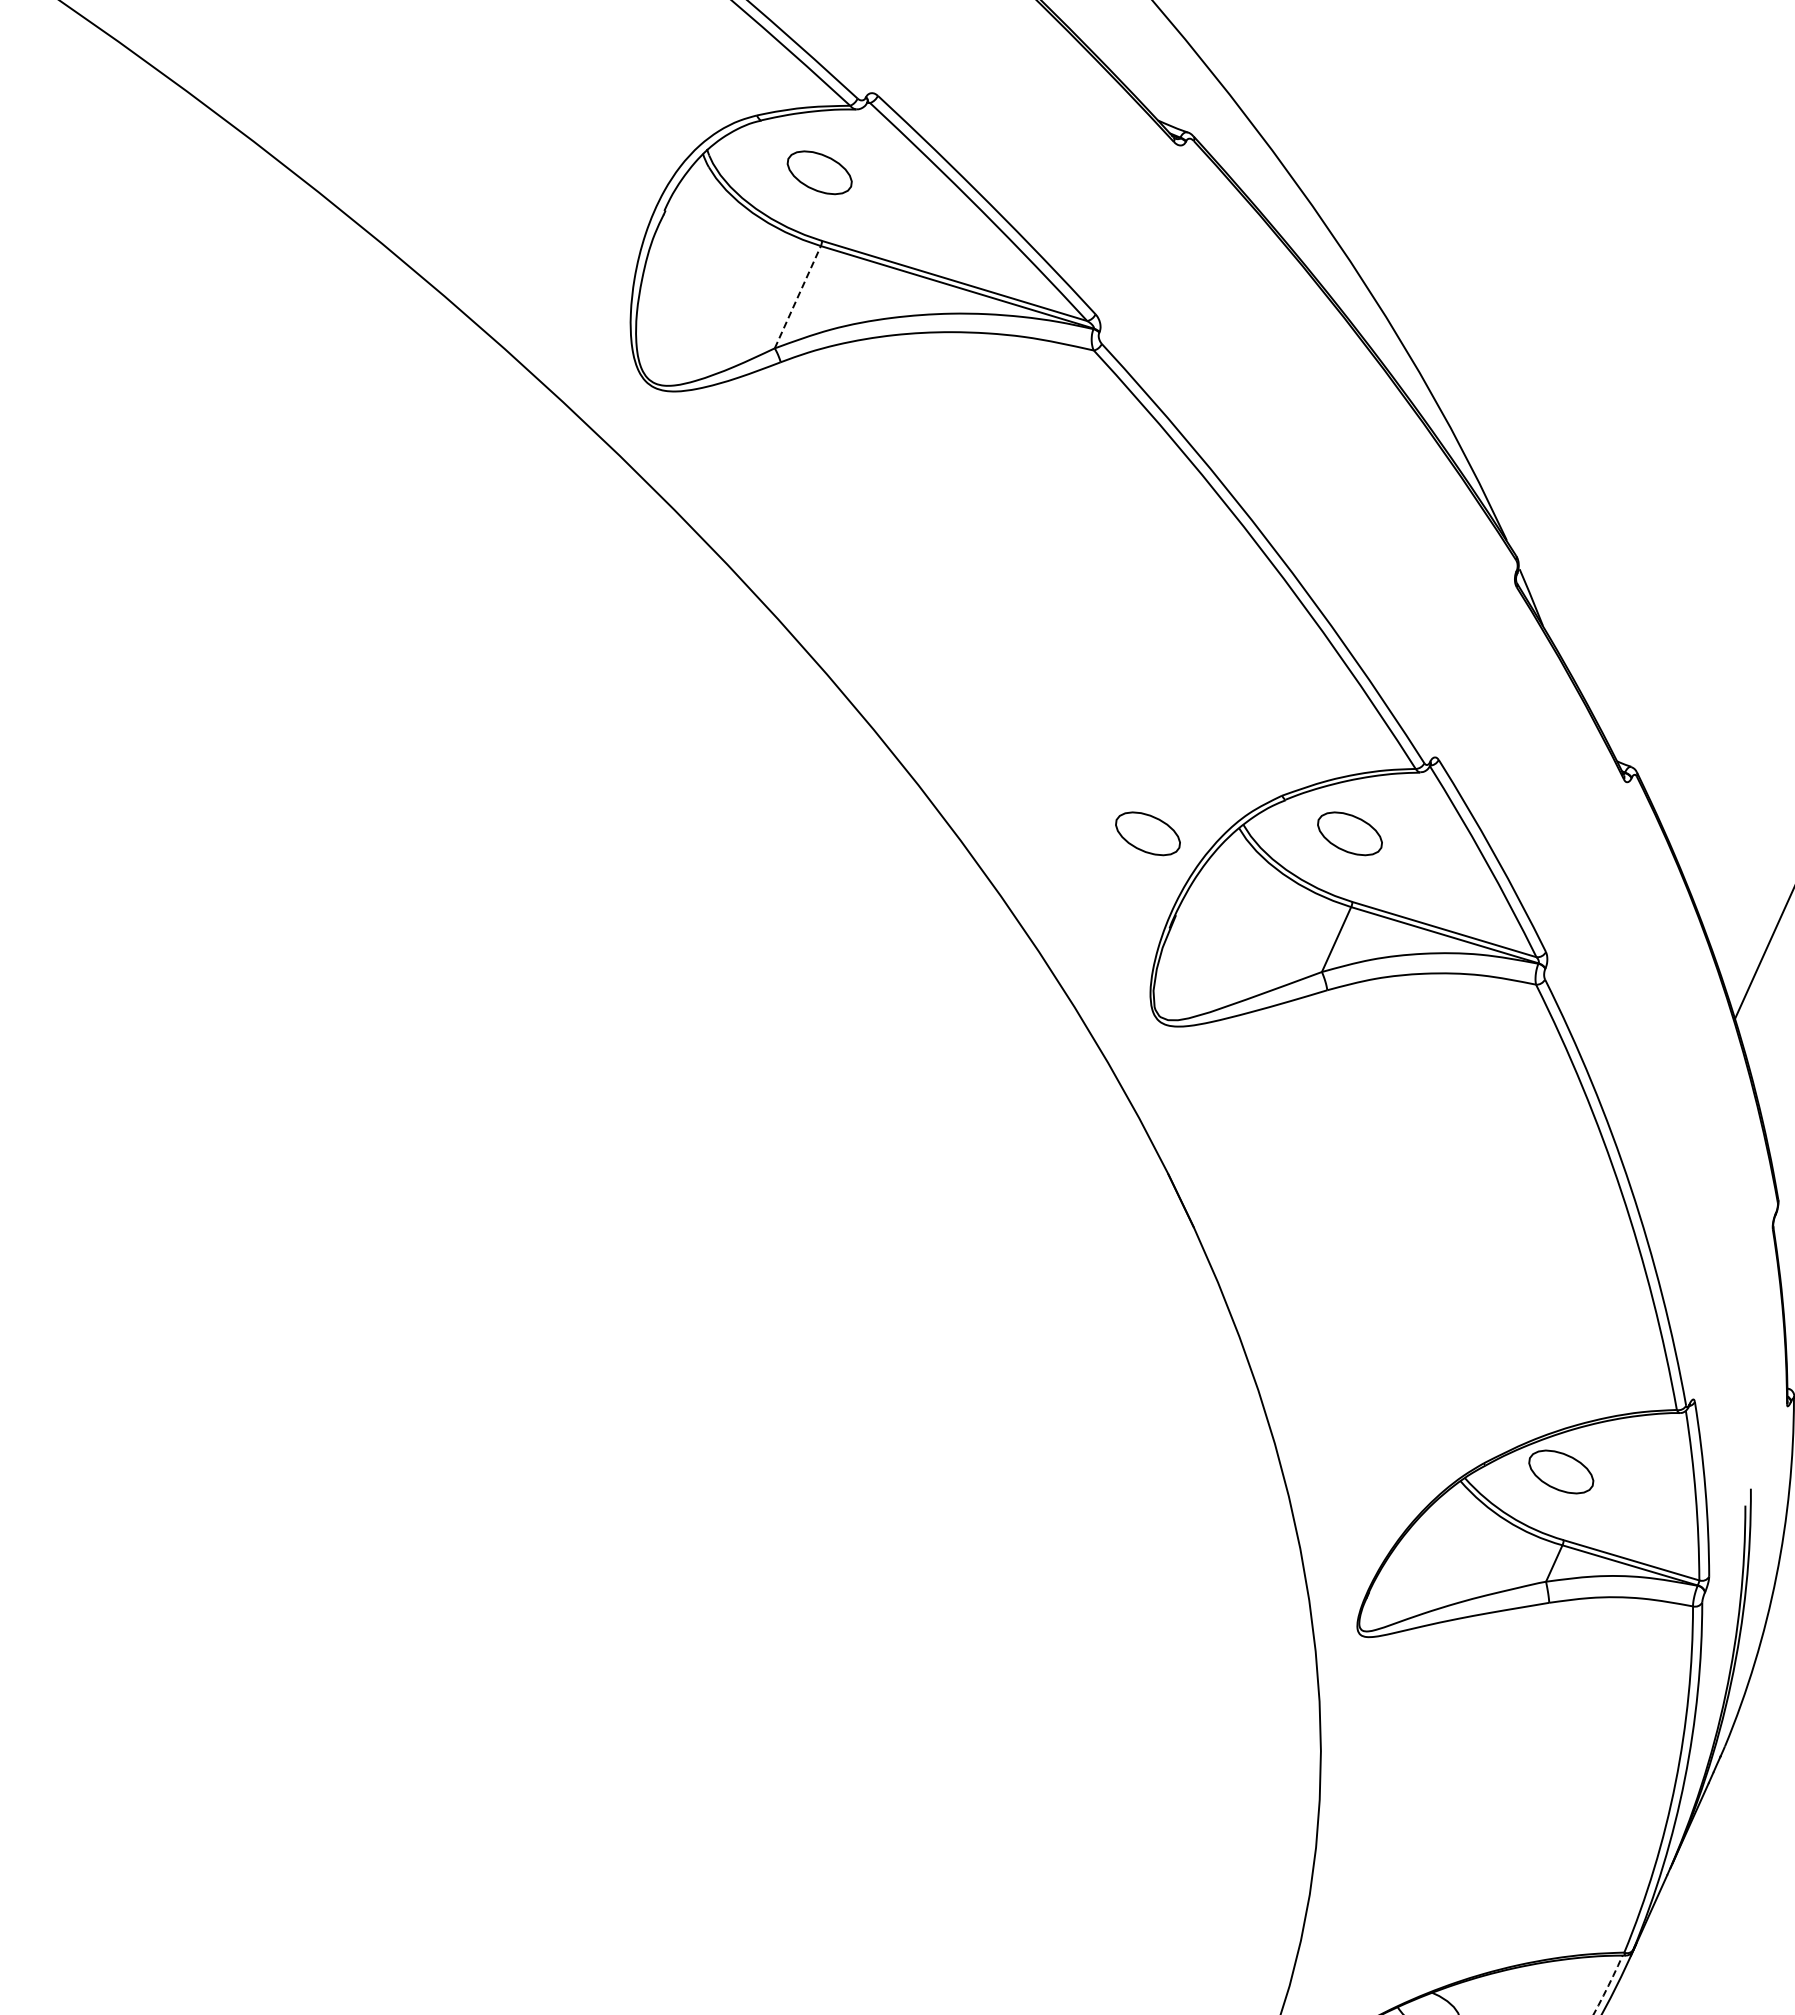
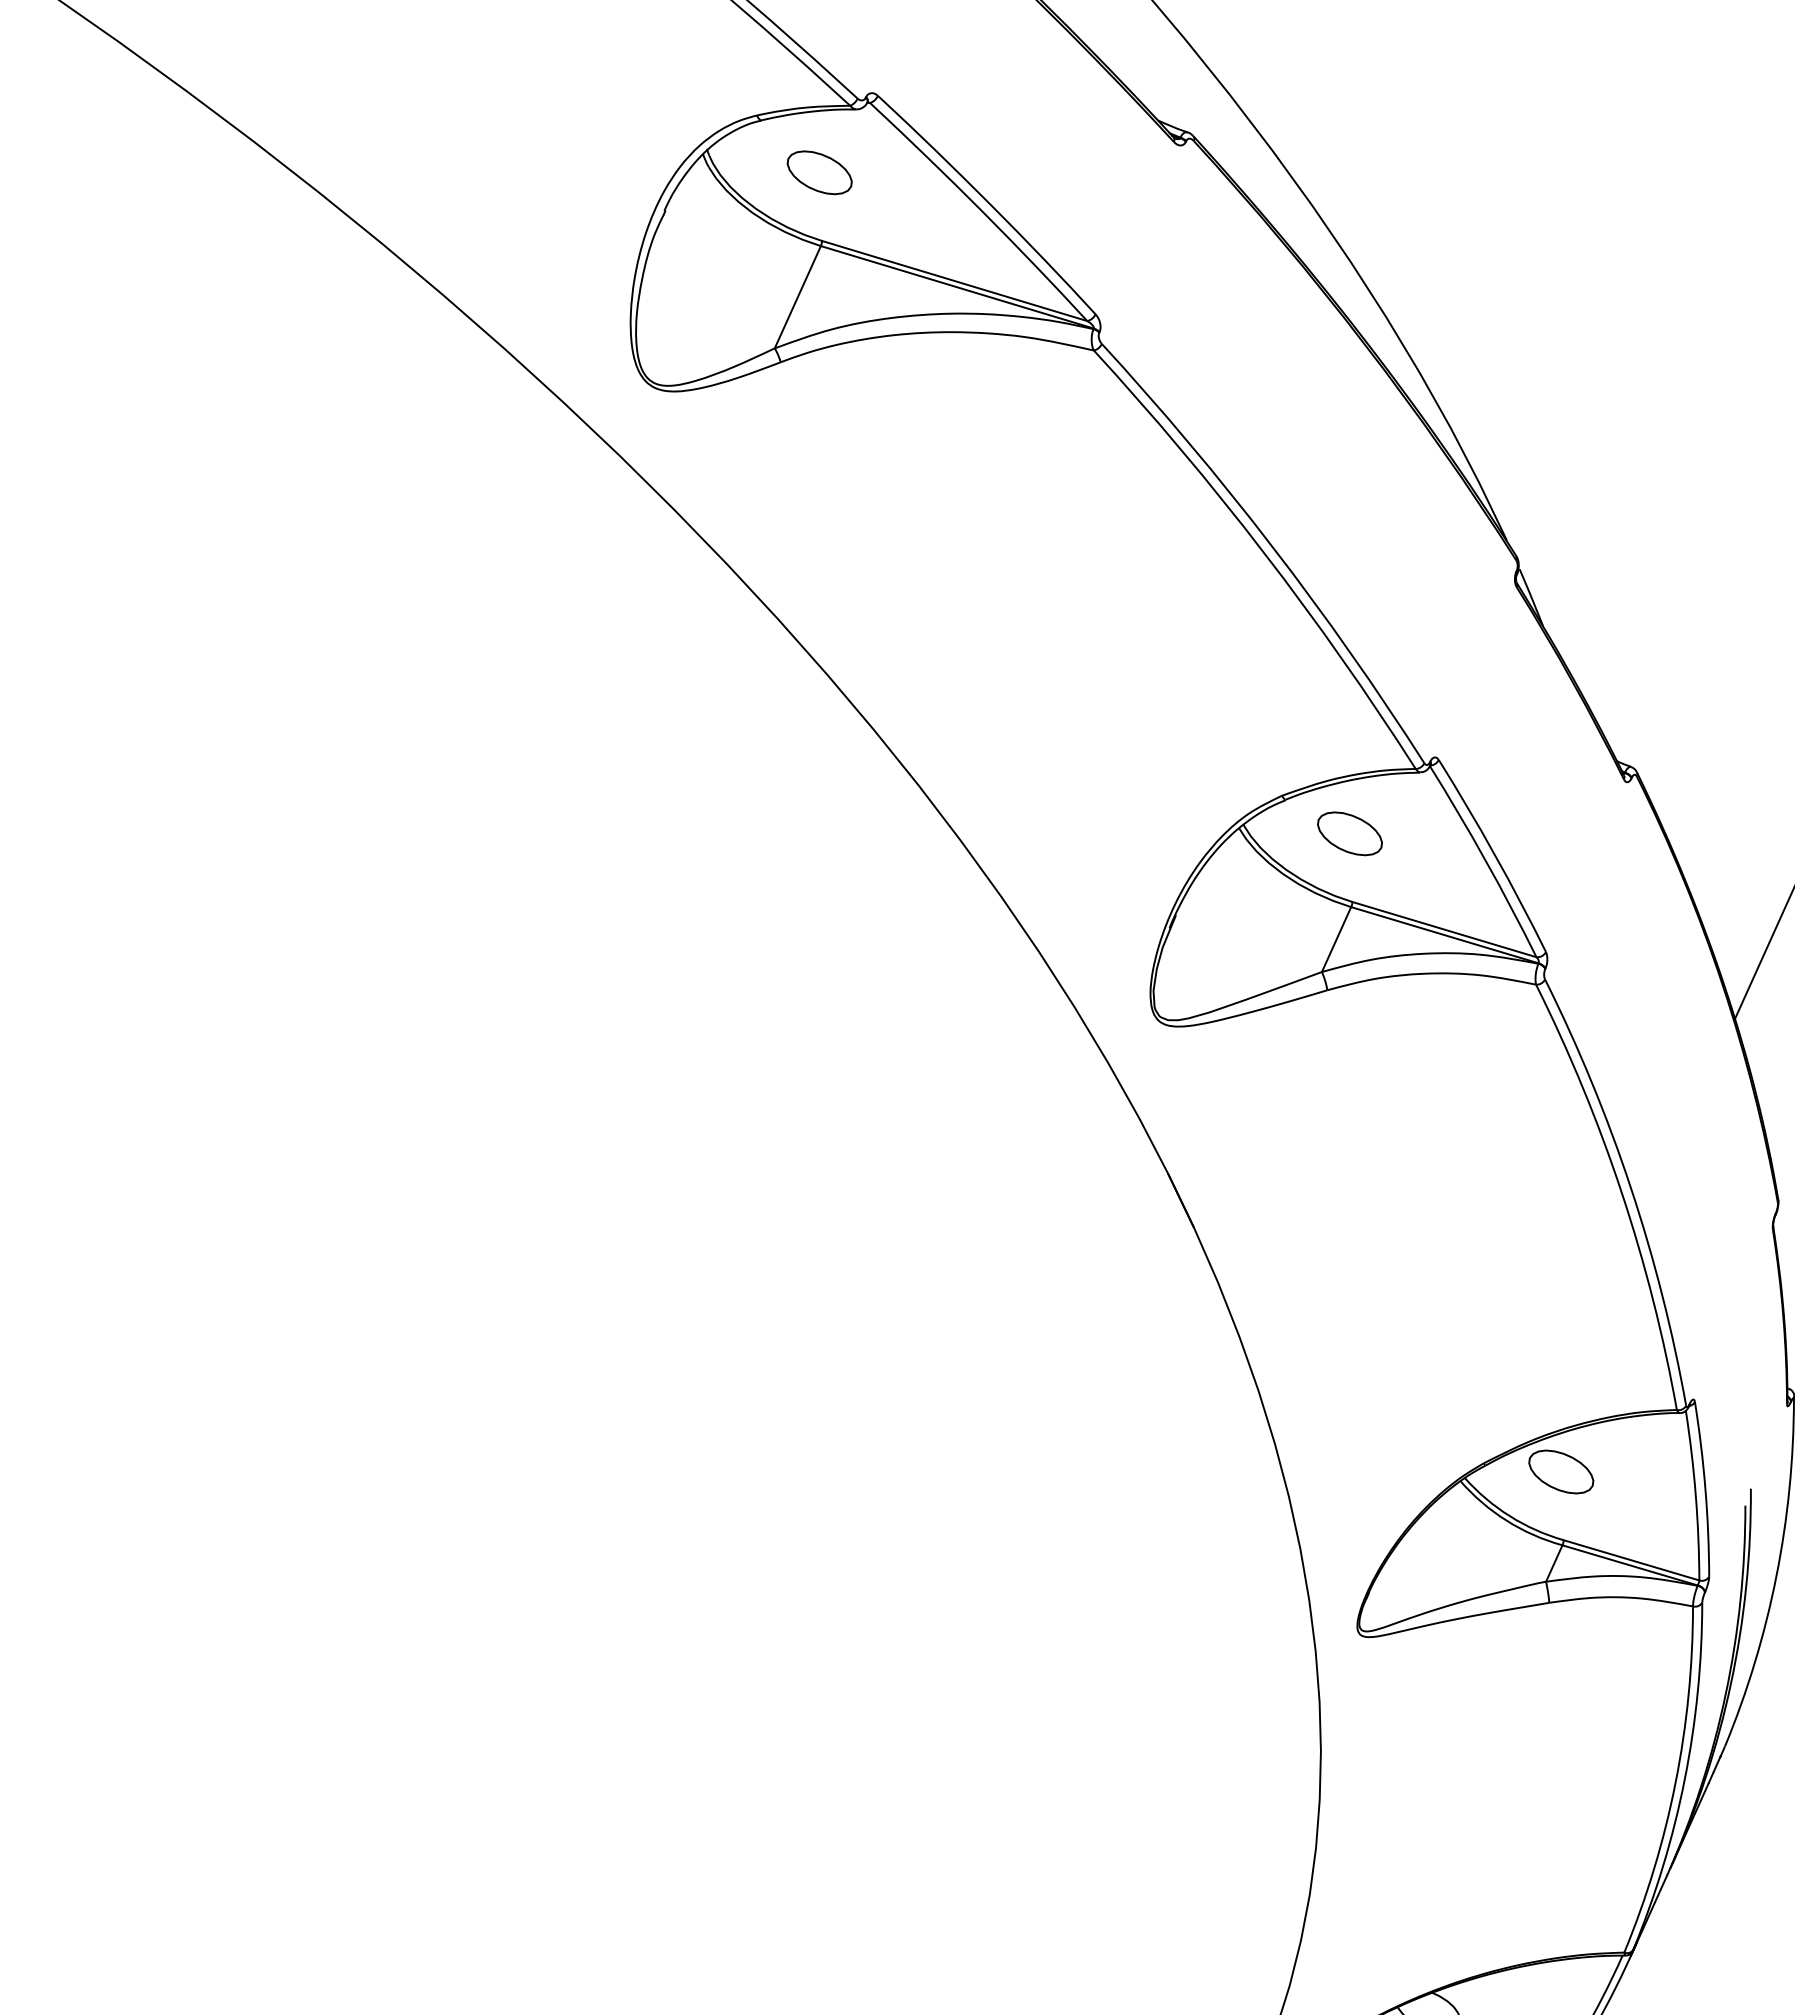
line at (798, 296): dashed -> solid
part at (1147, 833): present -> none
arc at (1608, 1985): dashed -> solid
